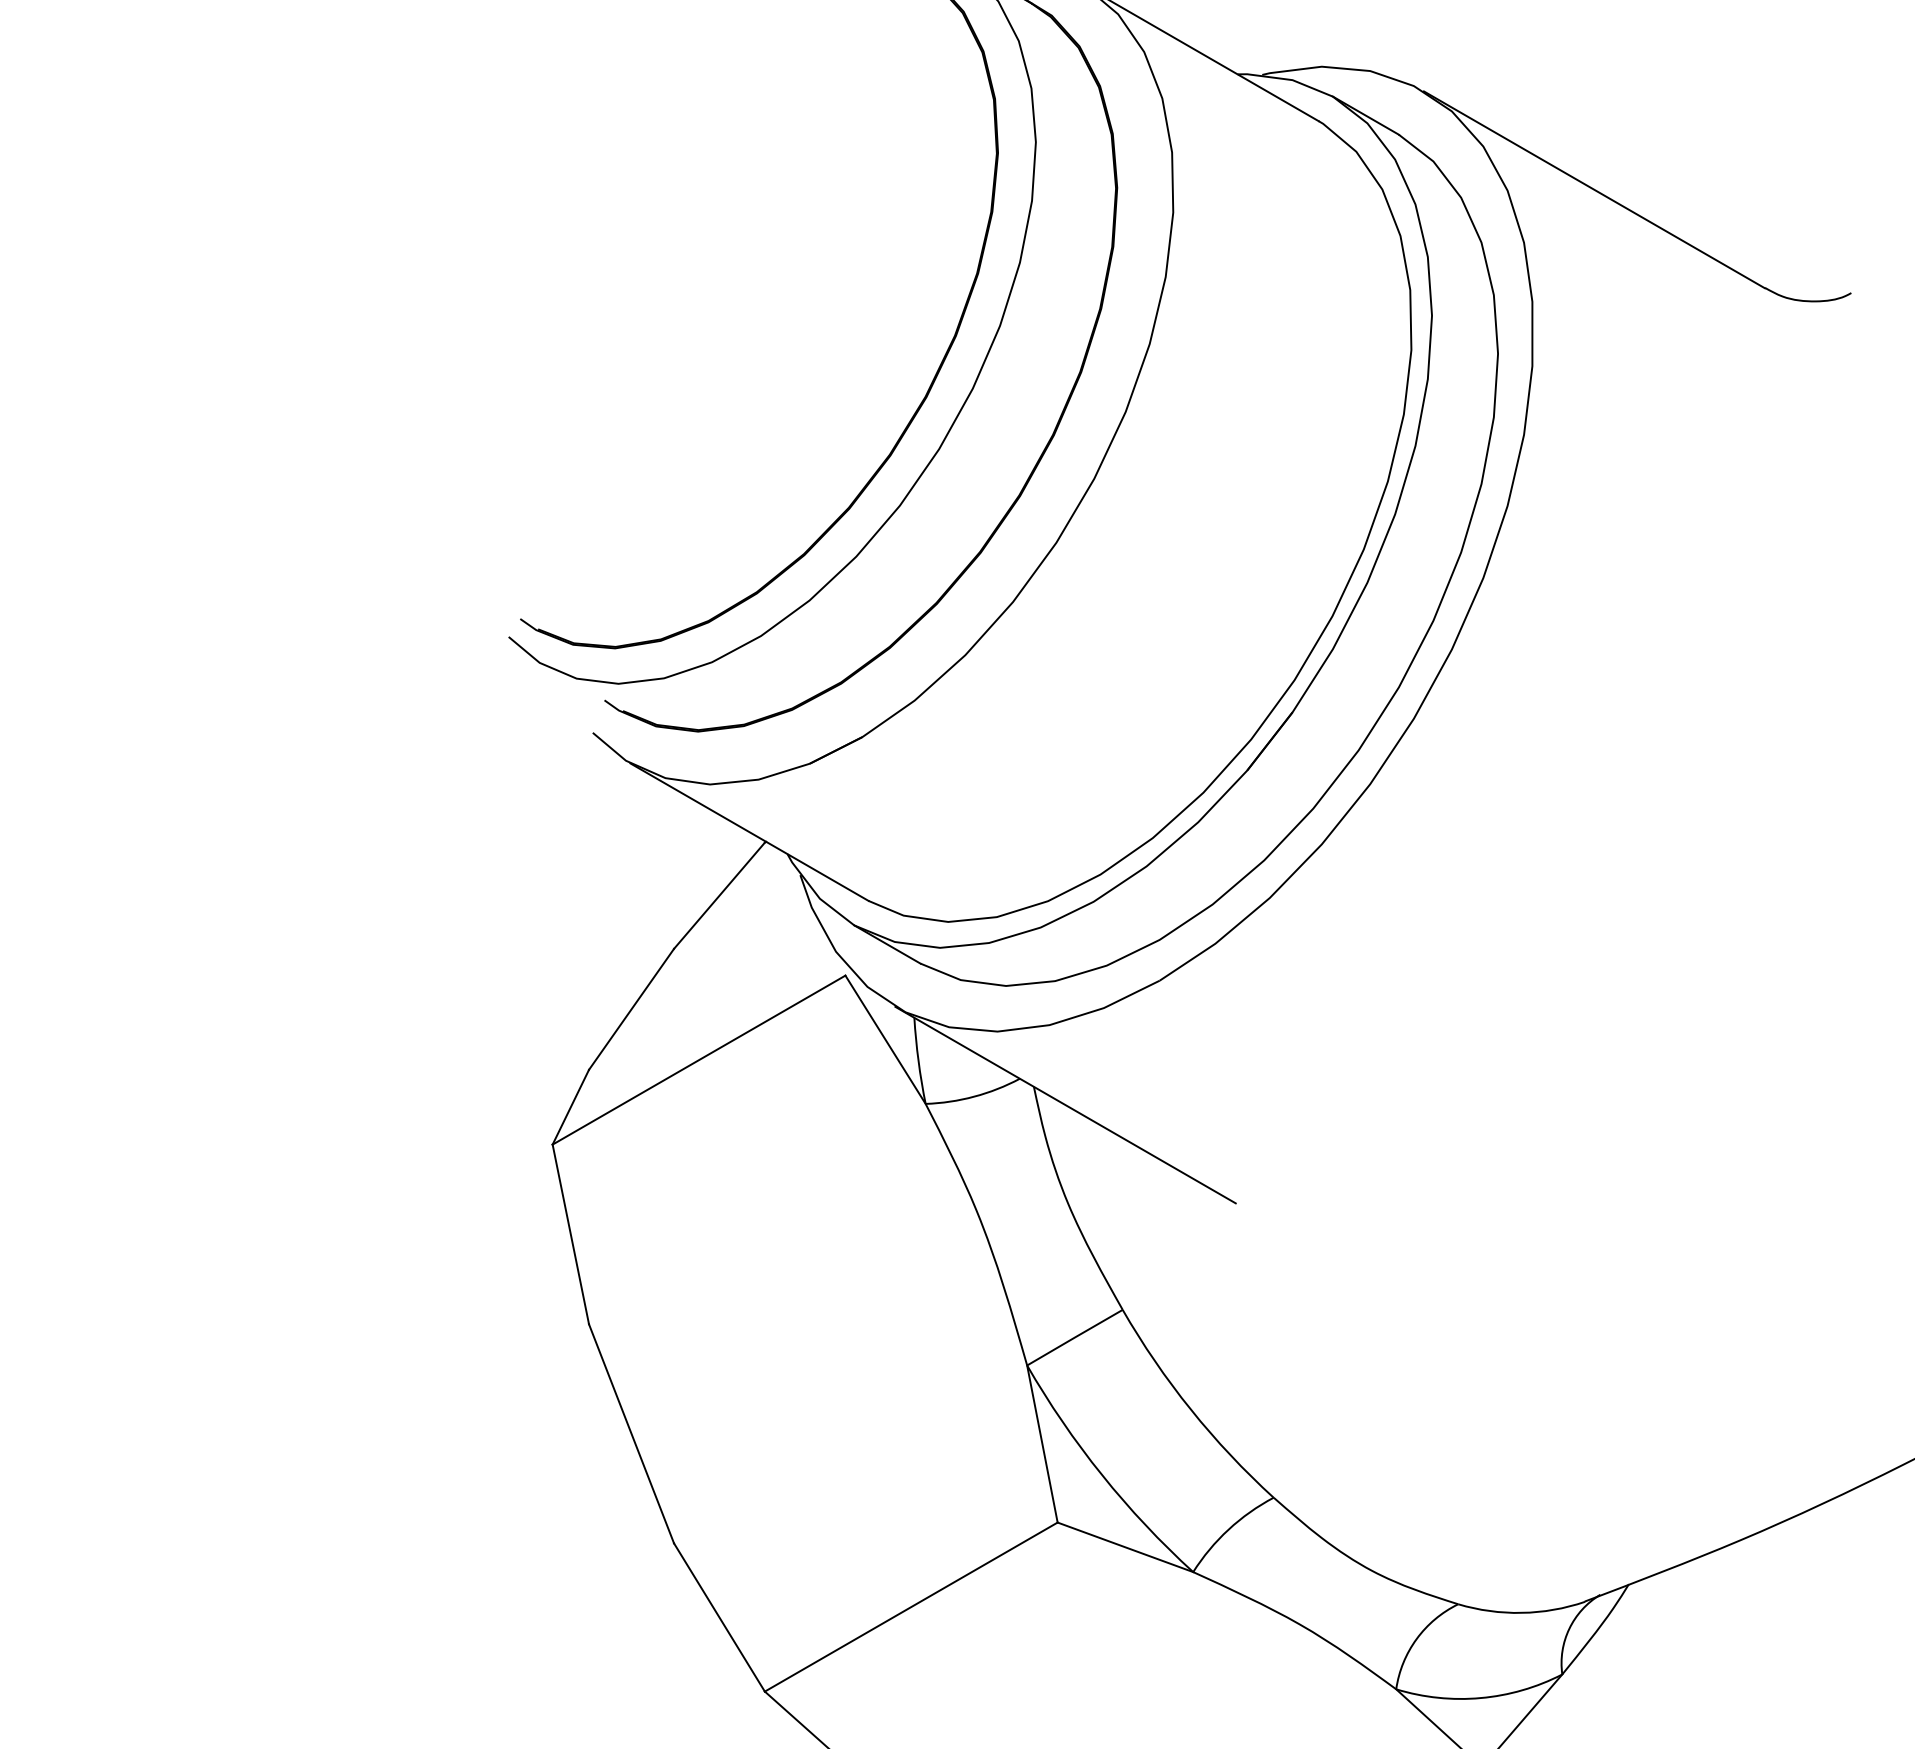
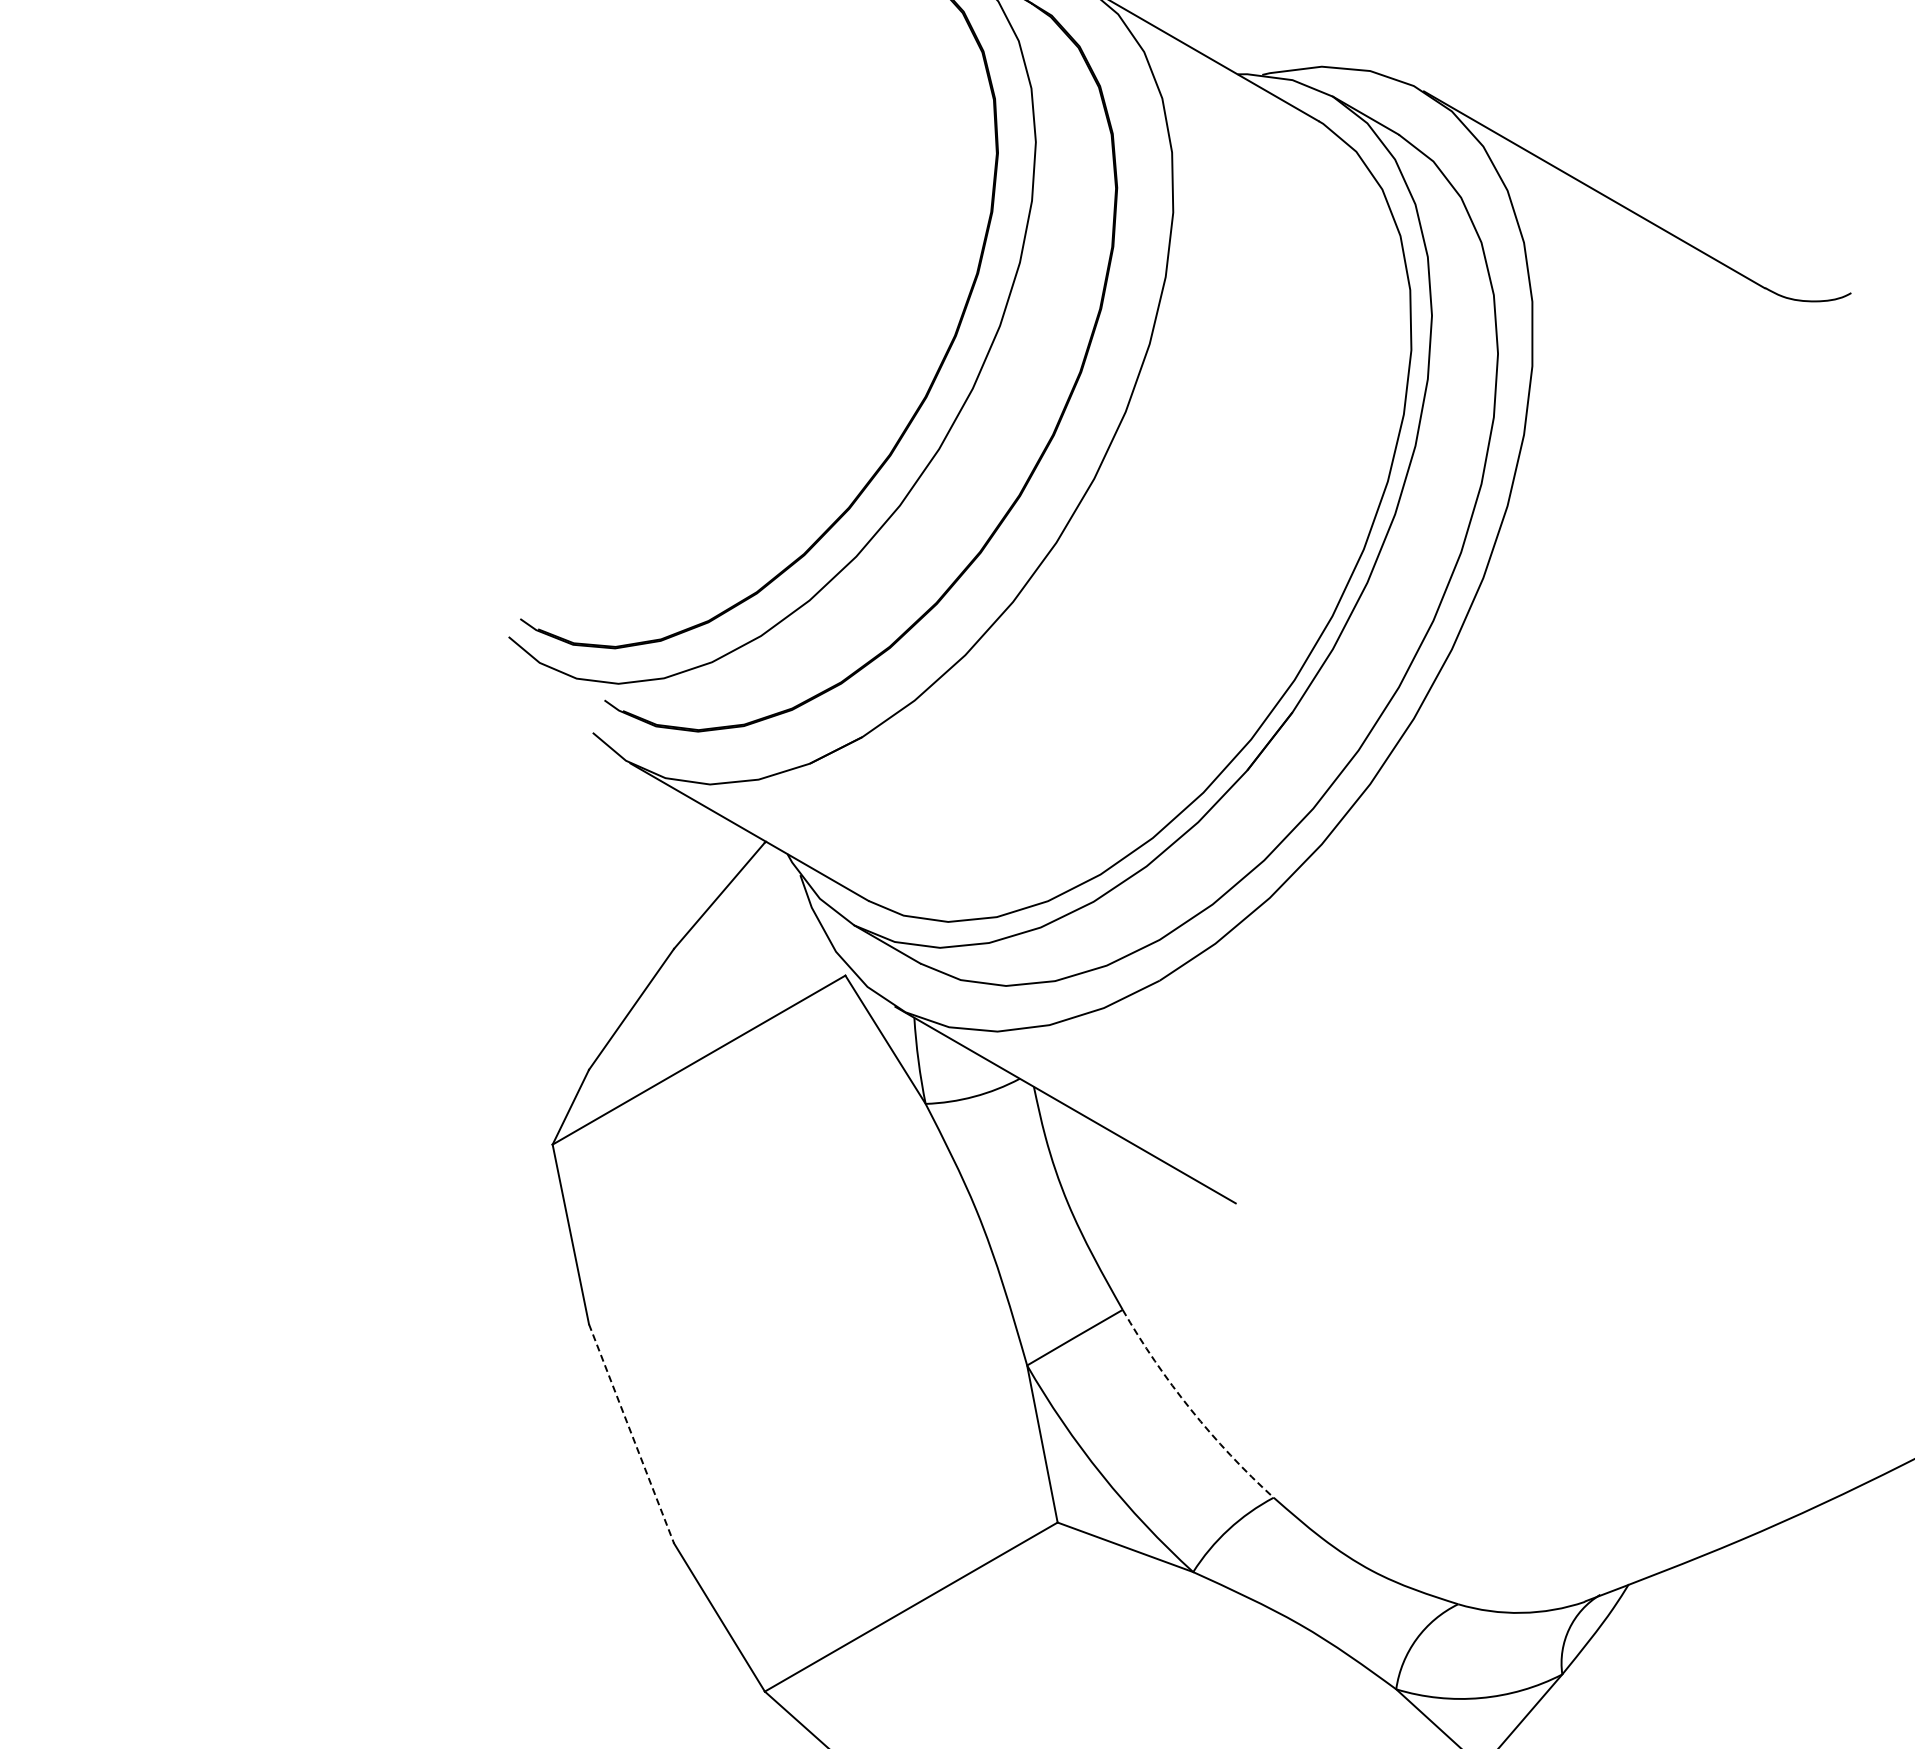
arc at (1190, 1409): solid -> dashed
line at (631, 1433): solid -> dashed
